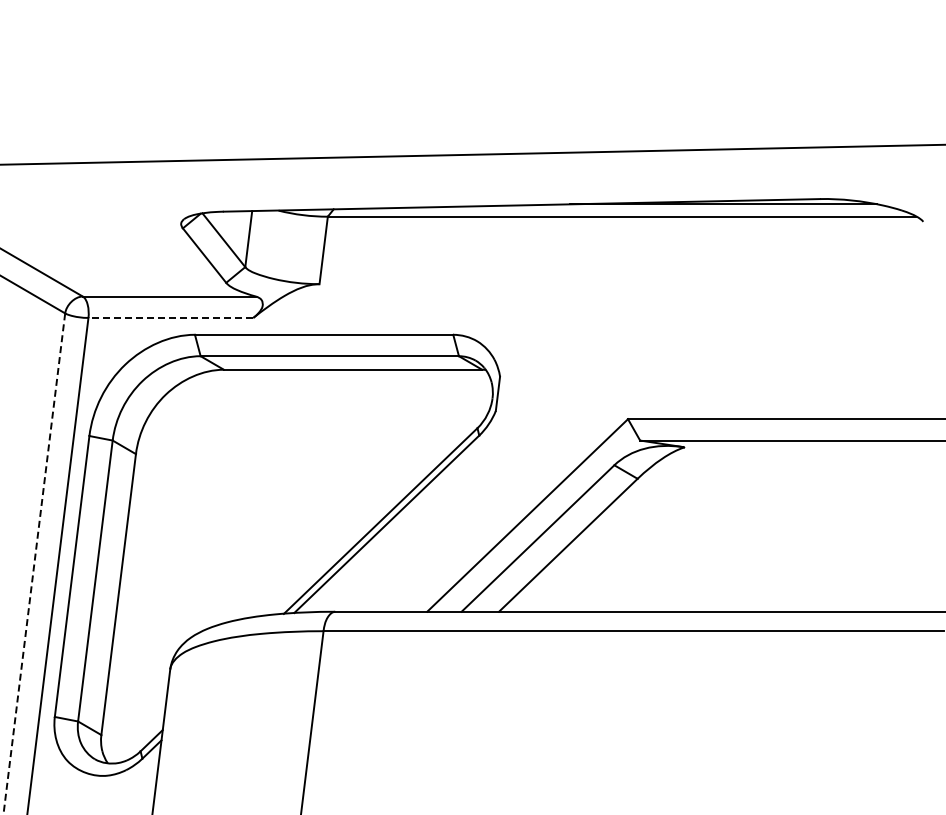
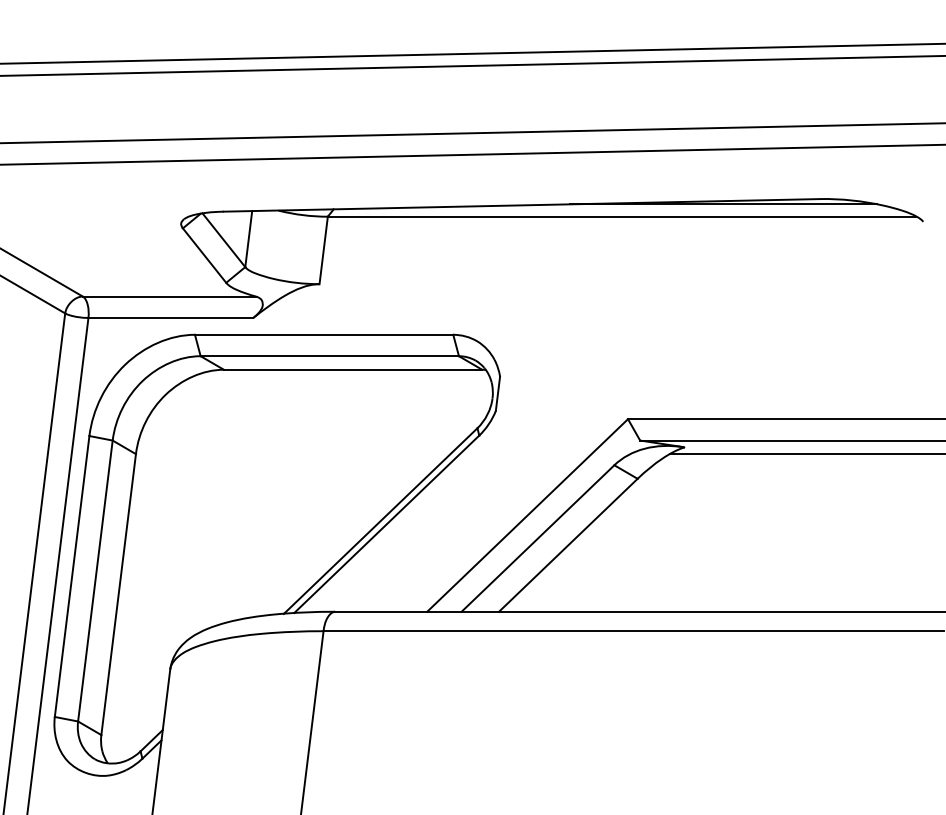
line at (472, 53): none -> present
line at (472, 65): none -> present
line at (472, 133): none -> present
line at (170, 317): dashed -> solid
line at (805, 454): none -> present
line at (34, 564): dashed -> solid
